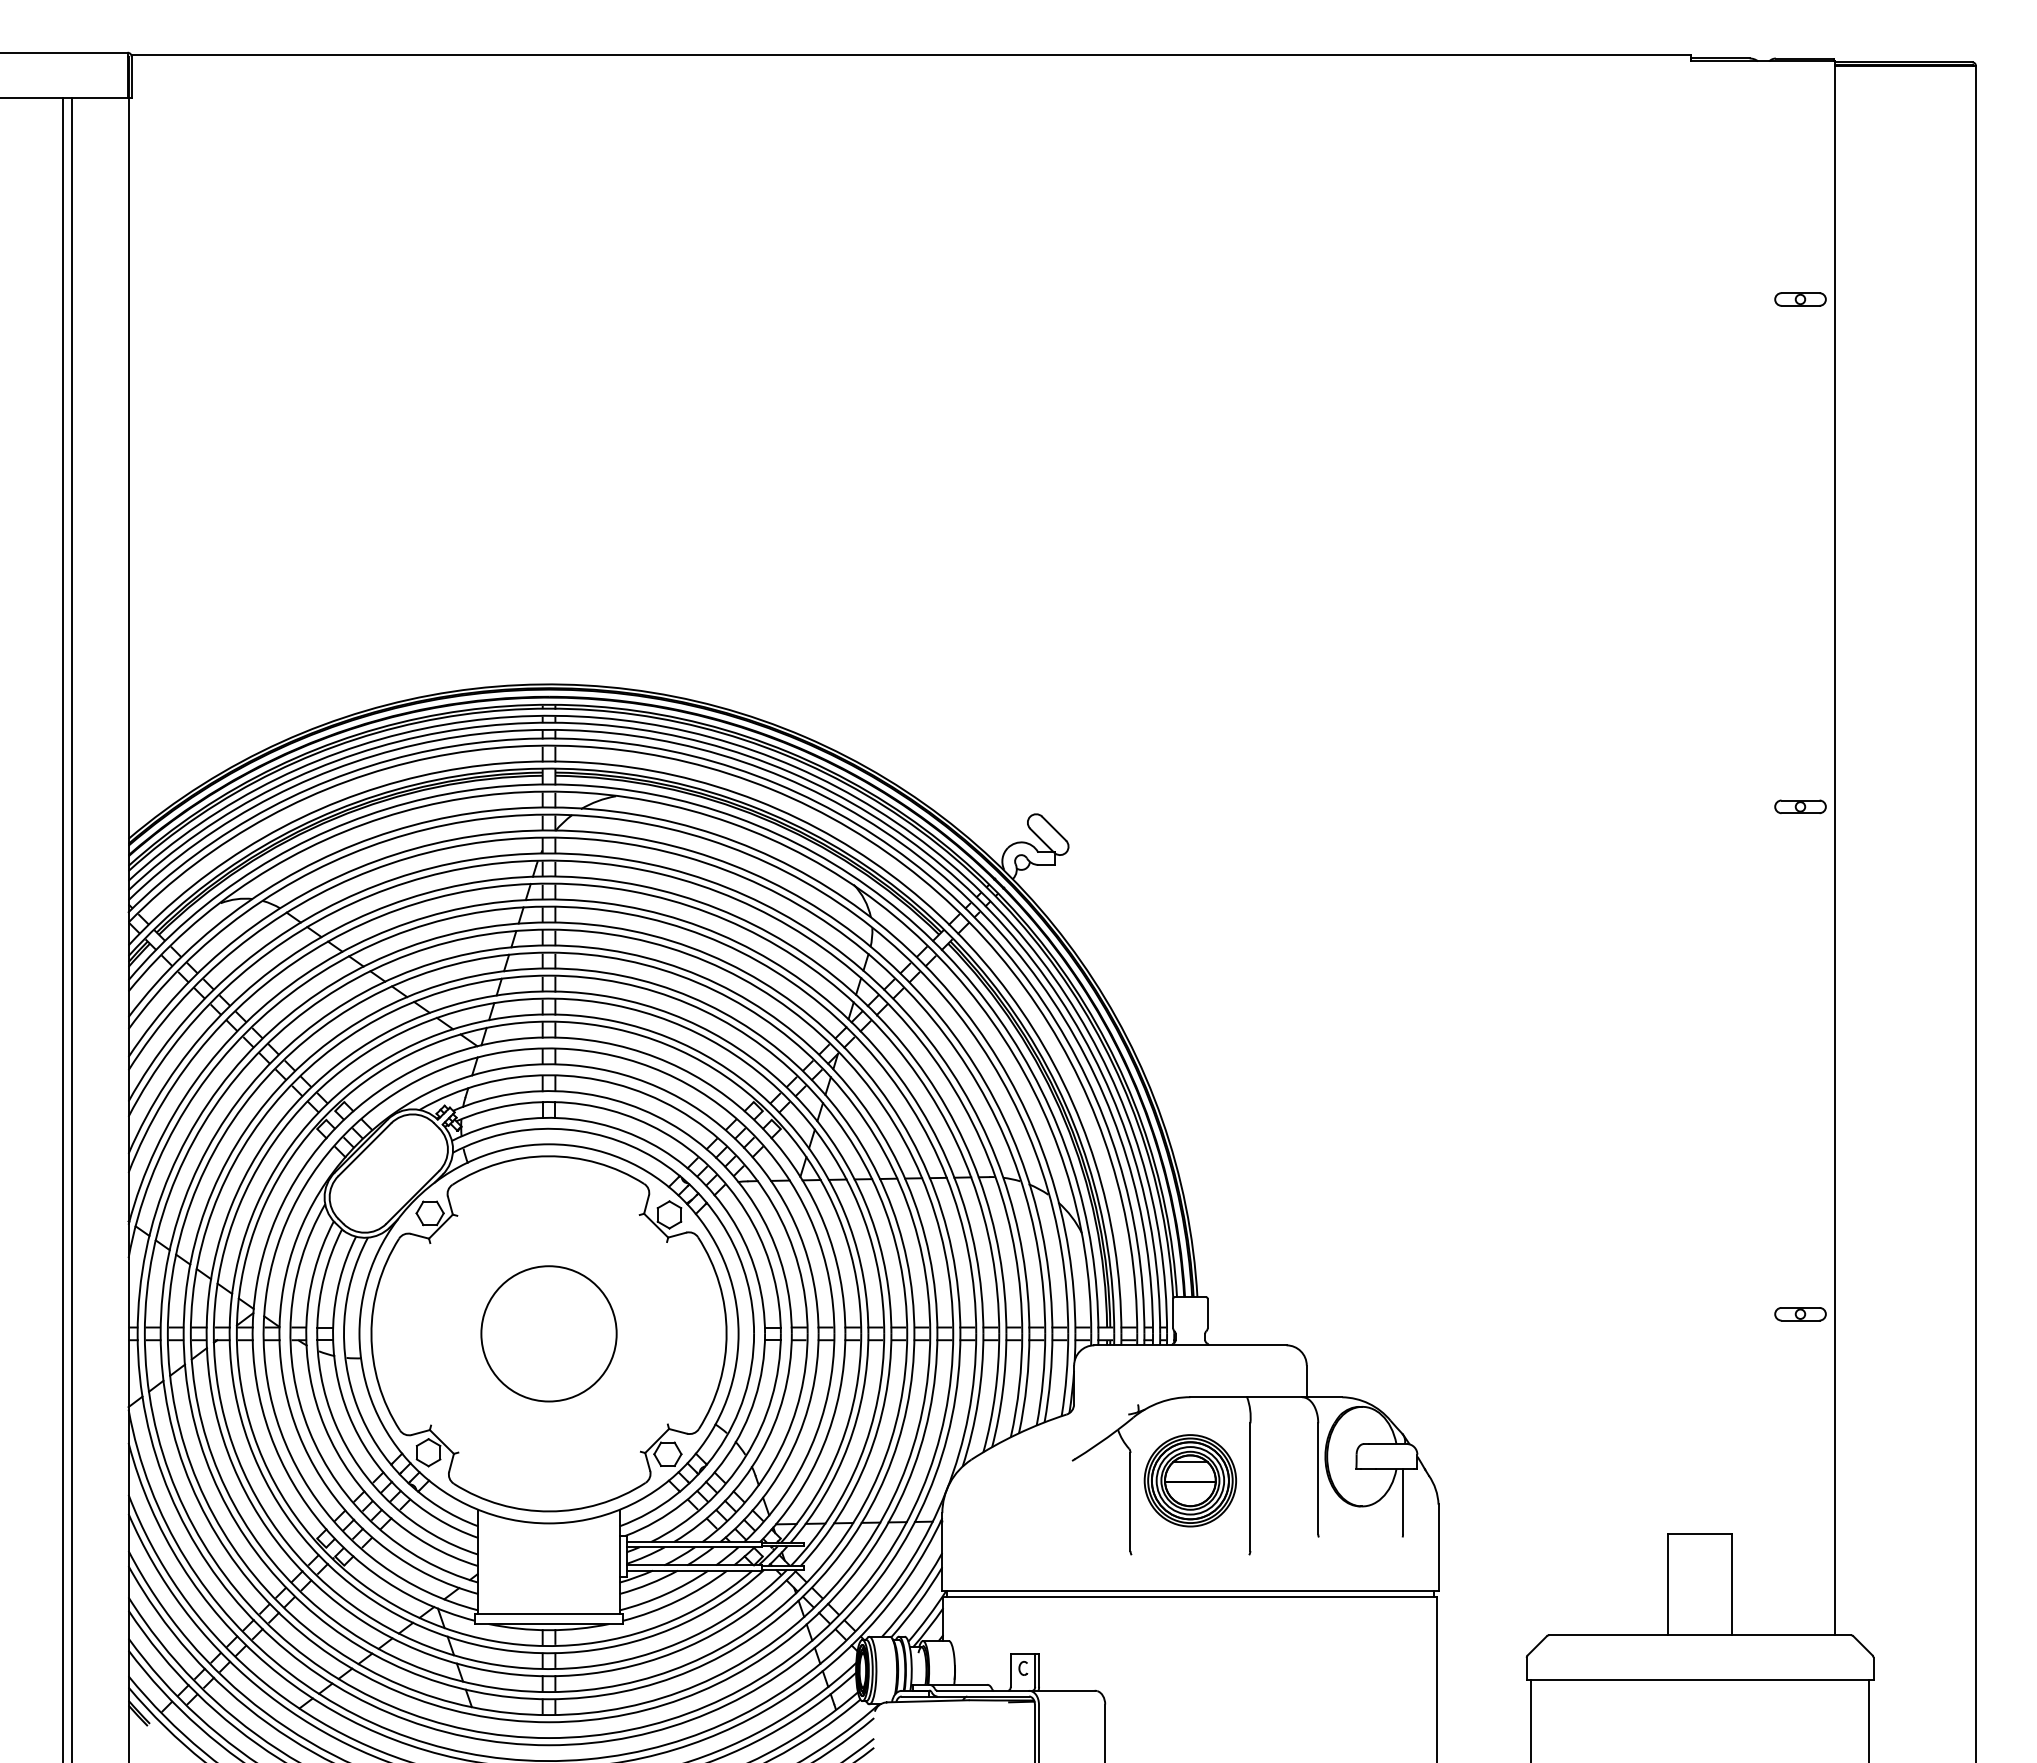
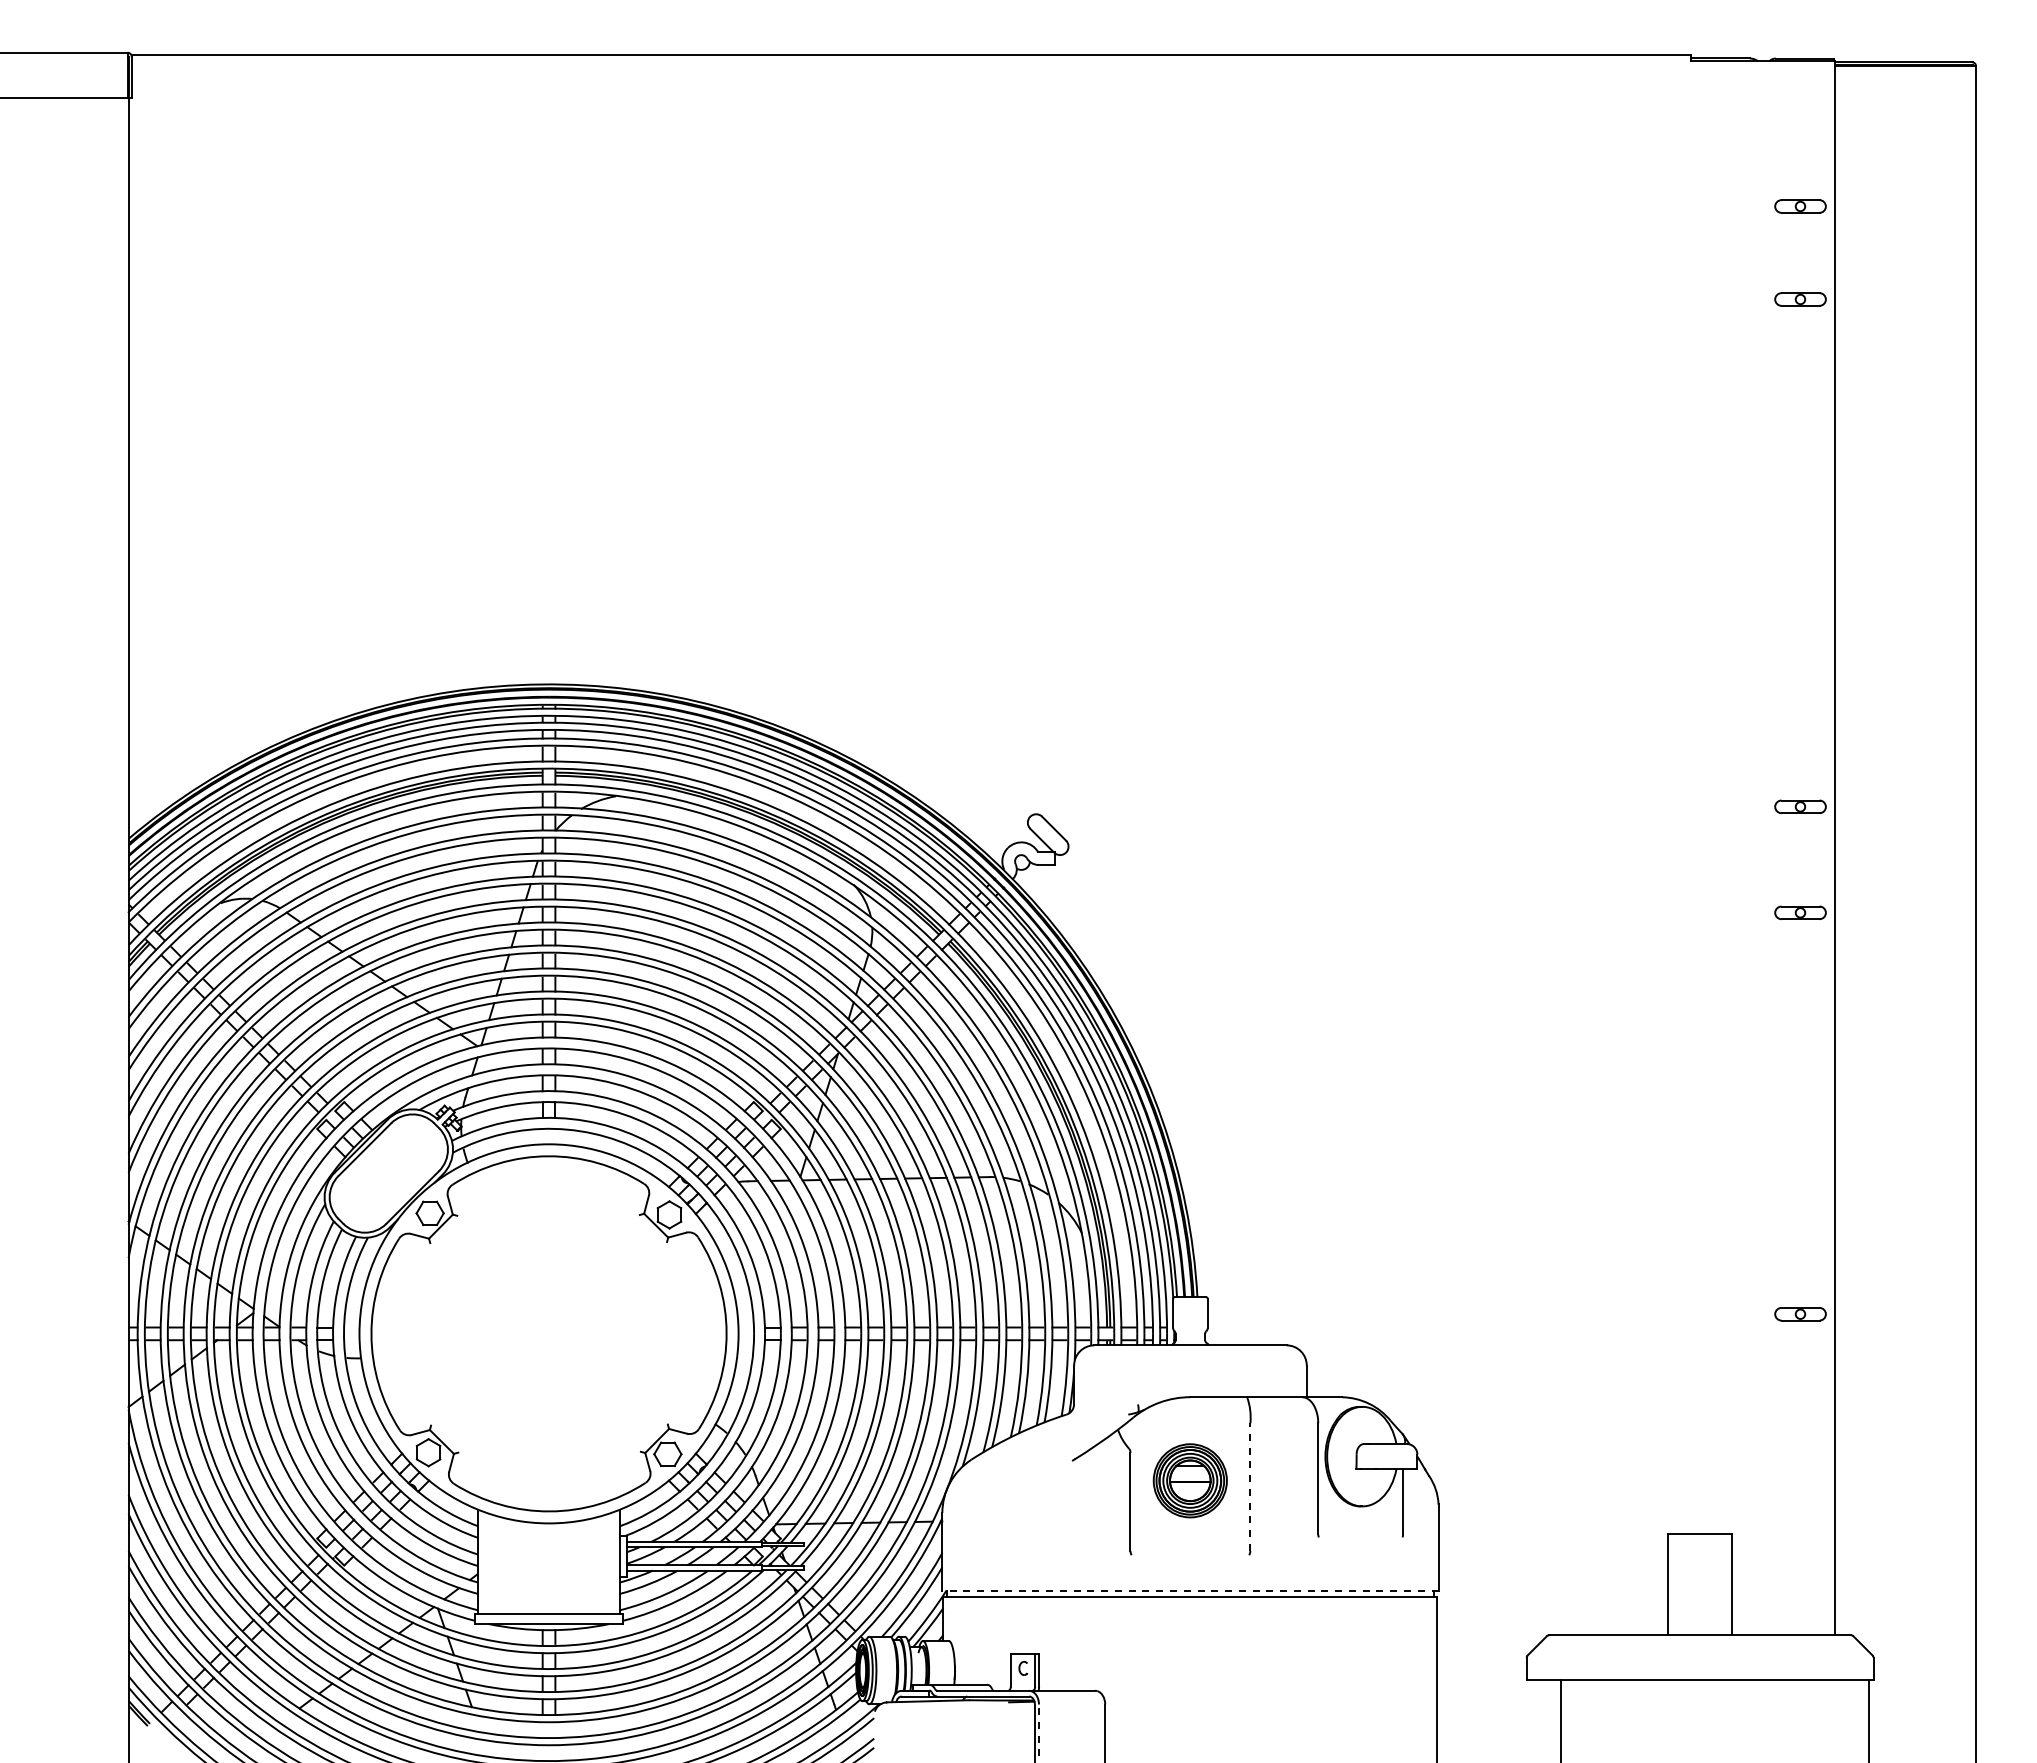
part at (1800, 206): none -> present
part at (1800, 912): none -> present
line at (63, 928): present -> none
line at (71, 928): present -> none
circle at (548, 1333): present -> none
part at (1189, 1480) size: 94x94 px -> 76x76 px
line at (1250, 1487): solid -> dashed
line at (1189, 1590): solid -> dashed
line at (1530, 1719) position: (1530, 1719) -> (1560, 1719)
line at (1039, 1733): solid -> dashed
